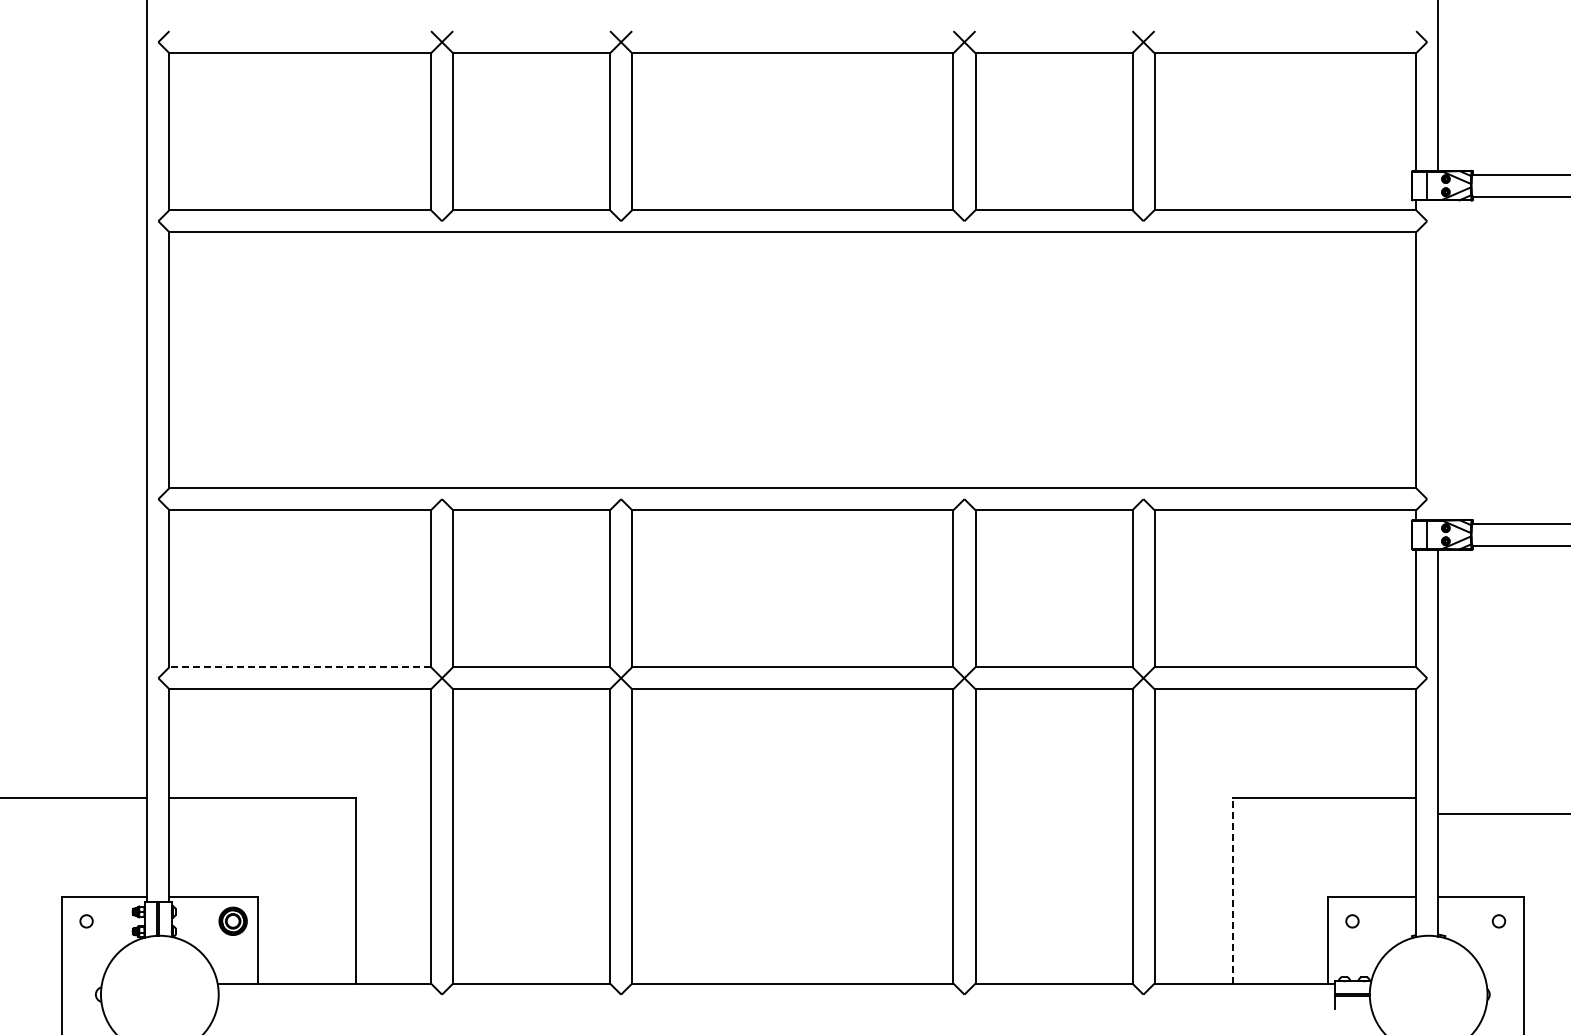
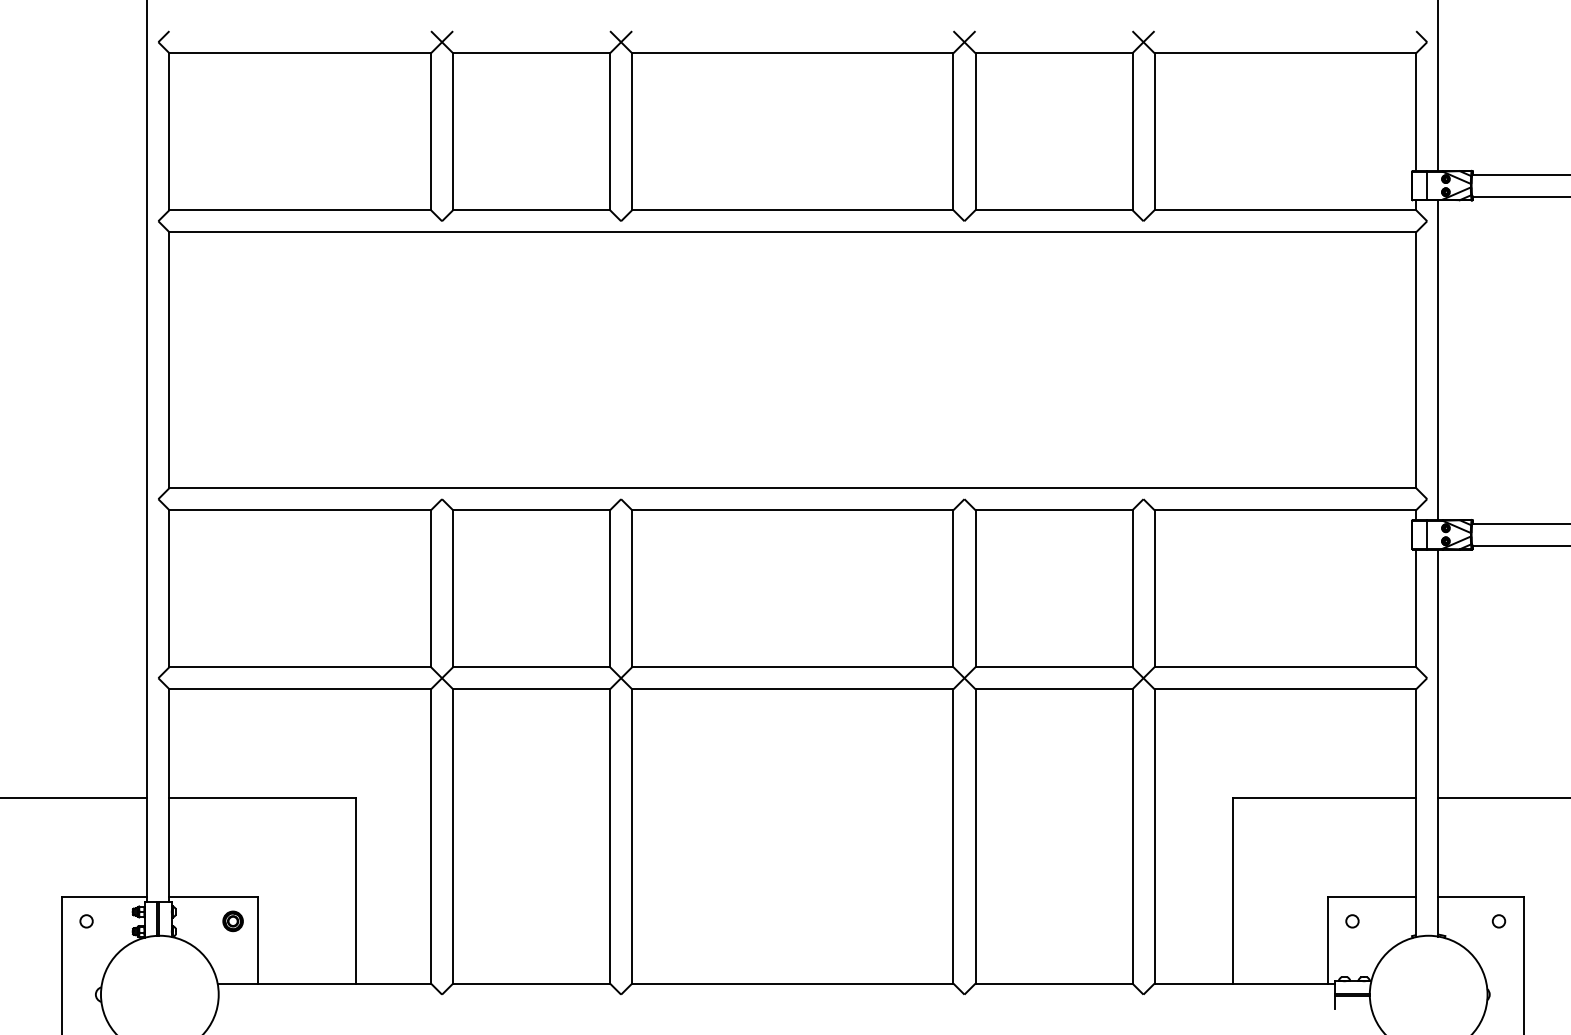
line at (1438, 360): none -> present
line at (300, 667): dashed -> solid
line at (1502, 814) position: (1502, 814) -> (1502, 798)
line at (1232, 891): dashed -> solid
part at (232, 920) size: 30x30 px -> 22x23 px
